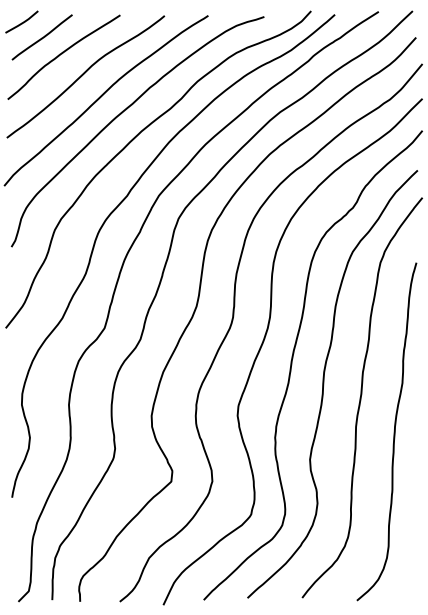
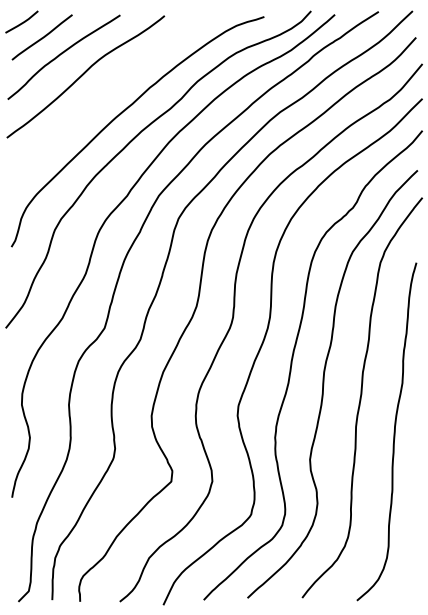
curve at (102, 96): present -> none
